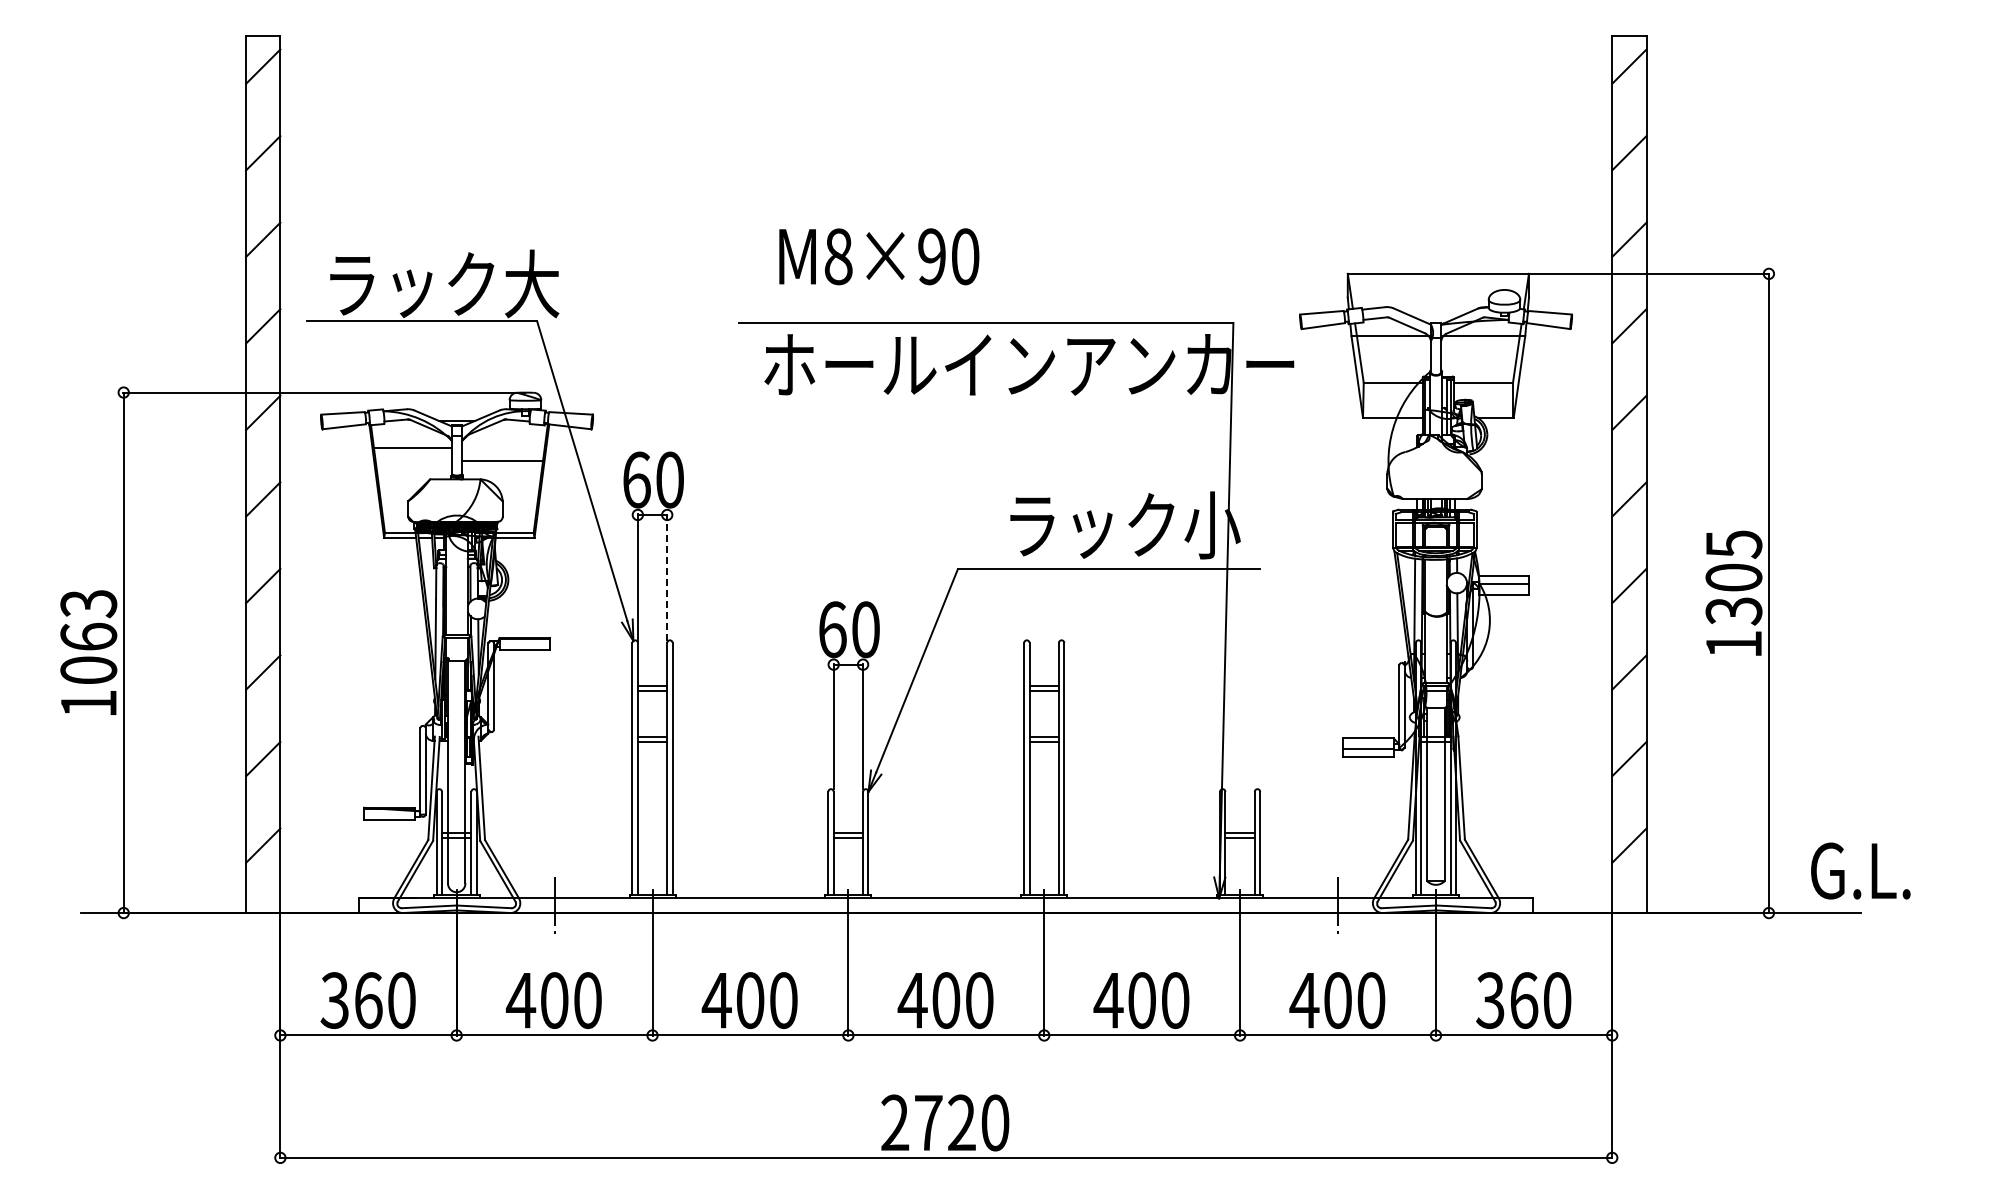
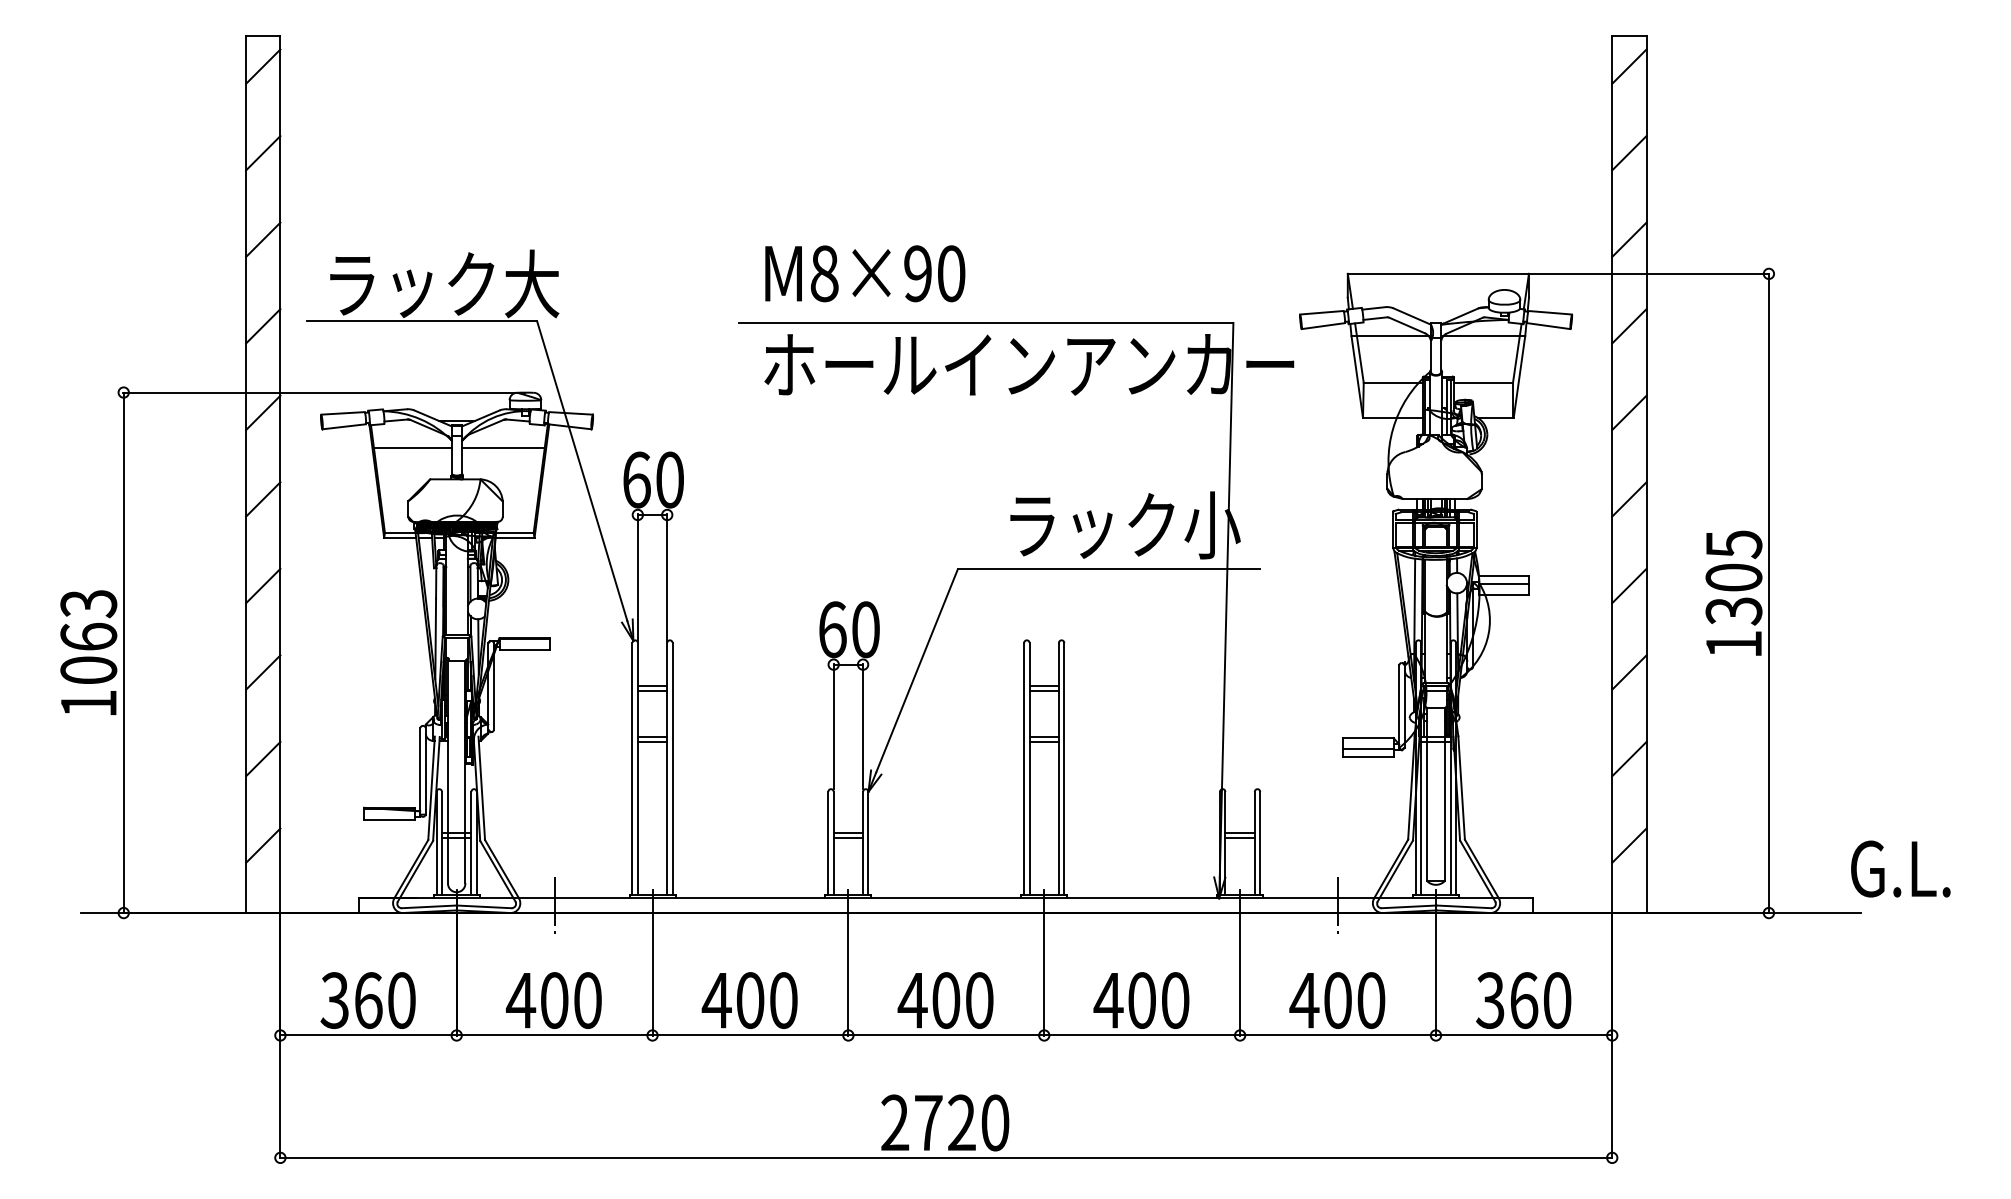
text at (879, 256) position: (879, 256) -> (865, 273)
line at (503, 461) position: (503, 461) -> (503, 448)
line at (667, 577): dashed -> solid
text at (1860, 870) position: (1860, 870) -> (1900, 868)
